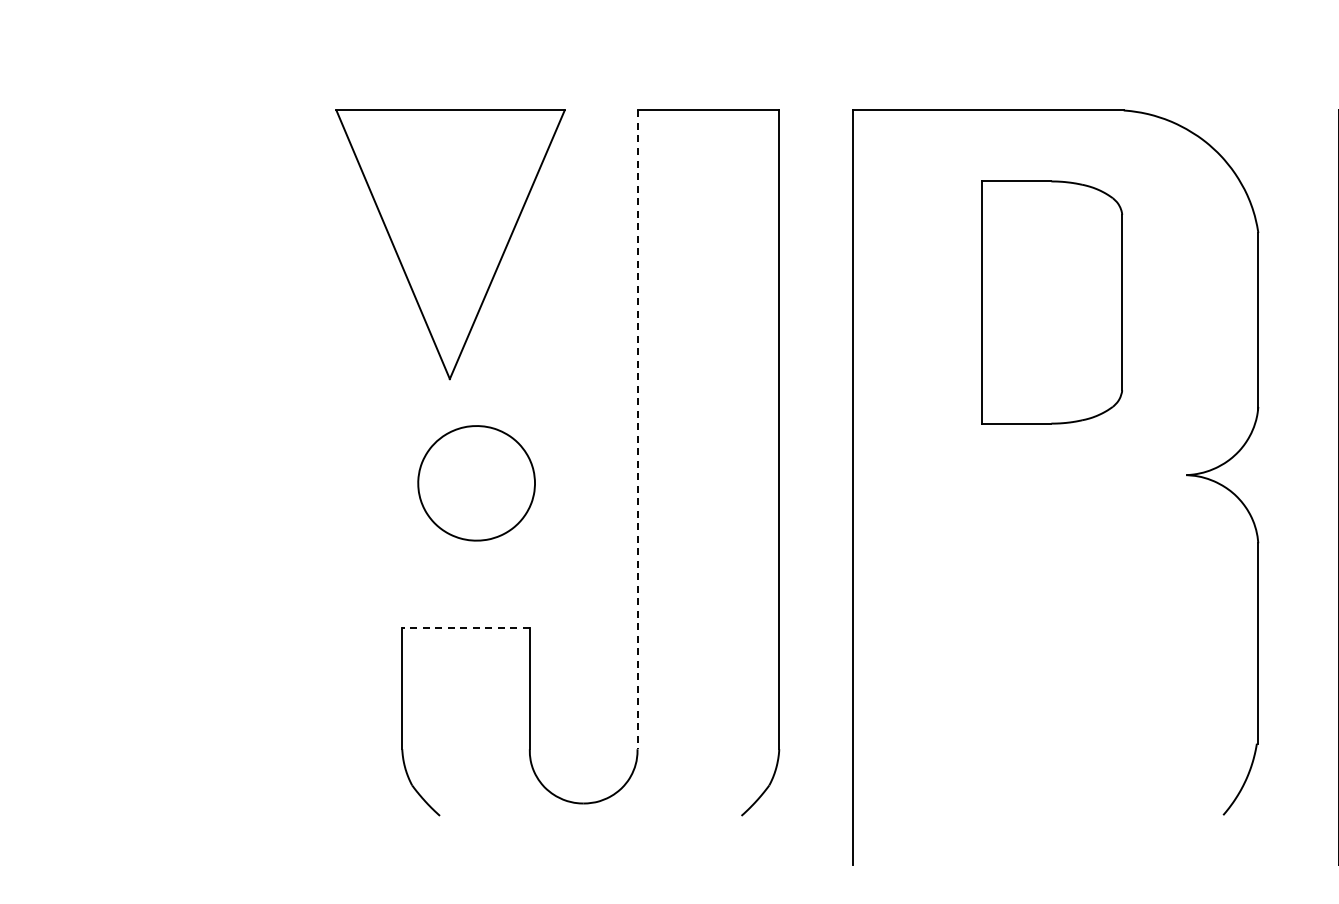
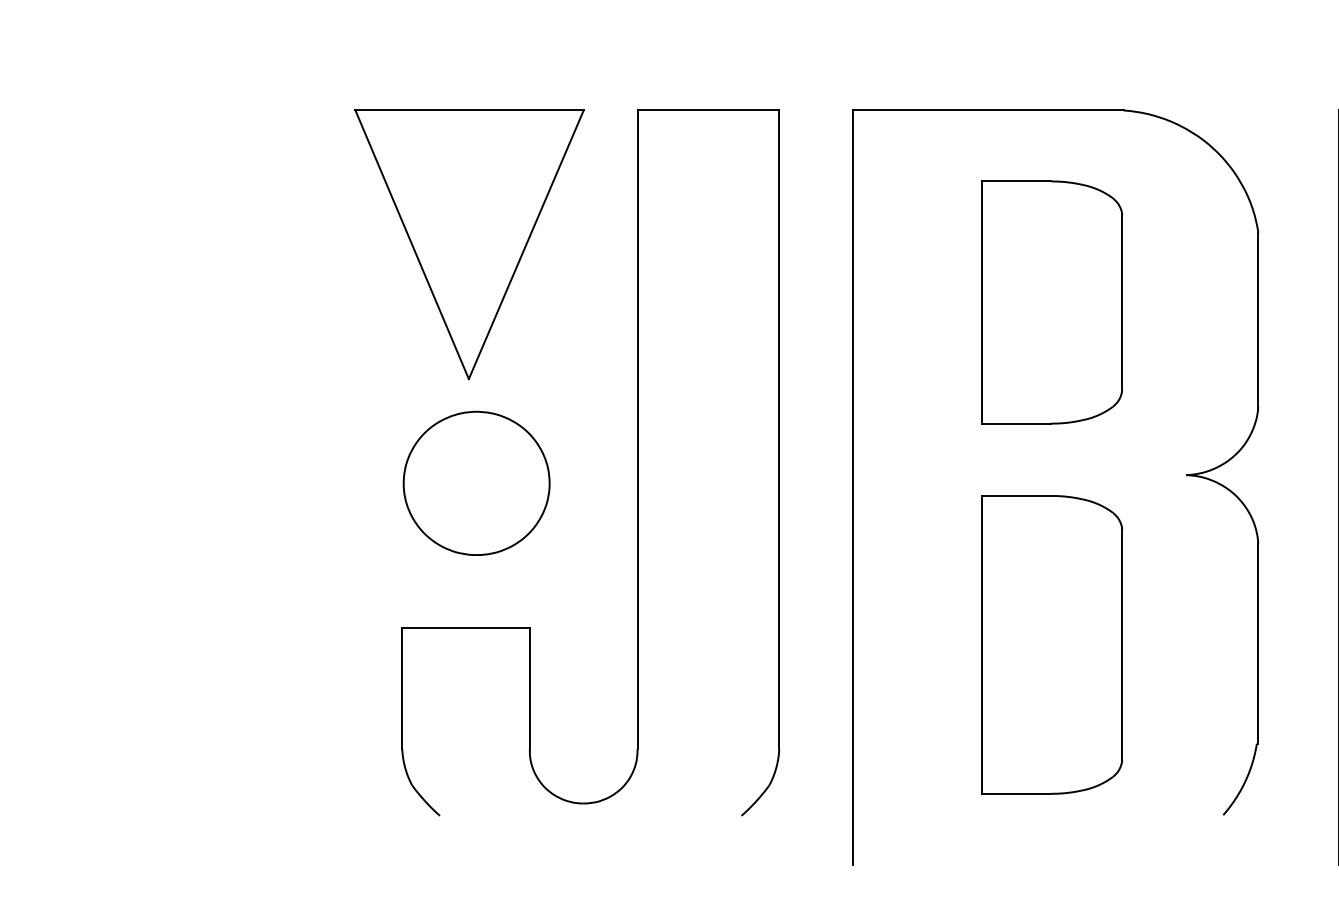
part at (450, 244) position: (450, 244) -> (469, 244)
line at (637, 430): dashed -> solid
part at (476, 483) size: 119x117 px -> 149x146 px
line at (466, 628): dashed -> solid
part at (1052, 644): none -> present
